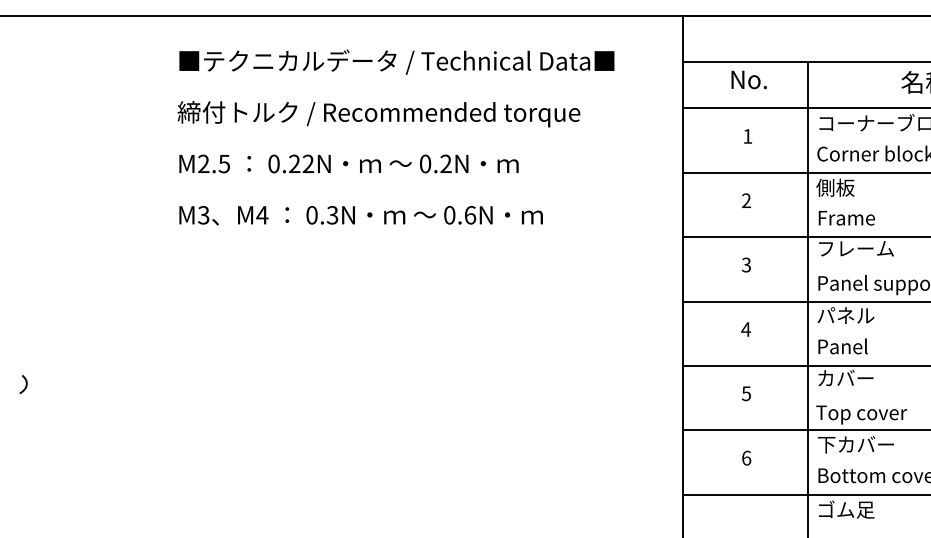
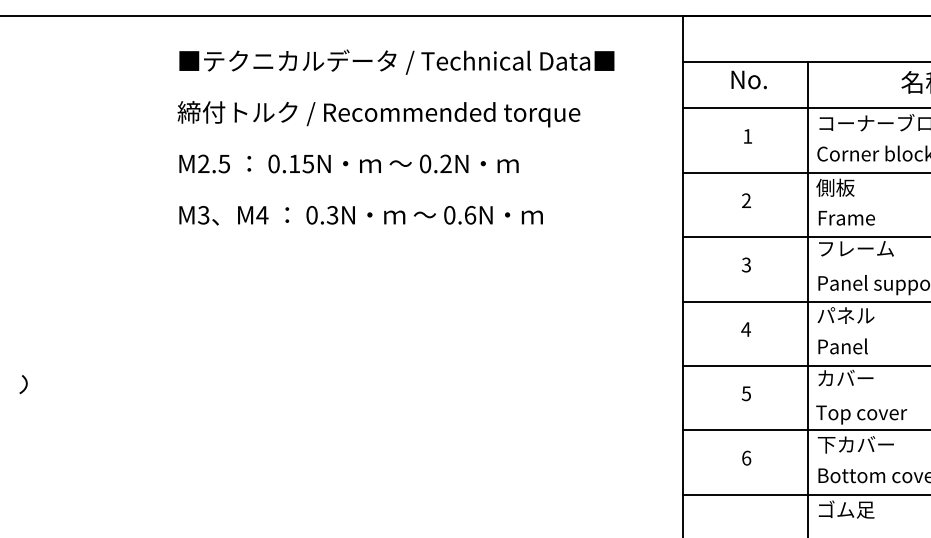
text at (301, 163): 0.22N -> 0.15N
